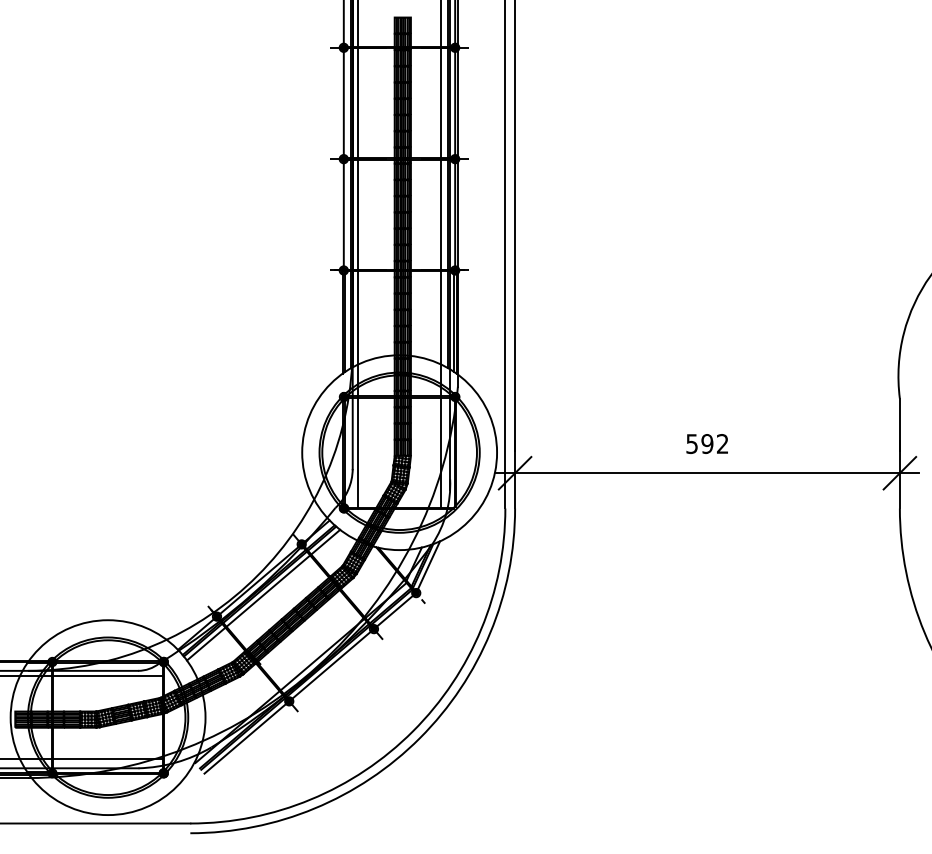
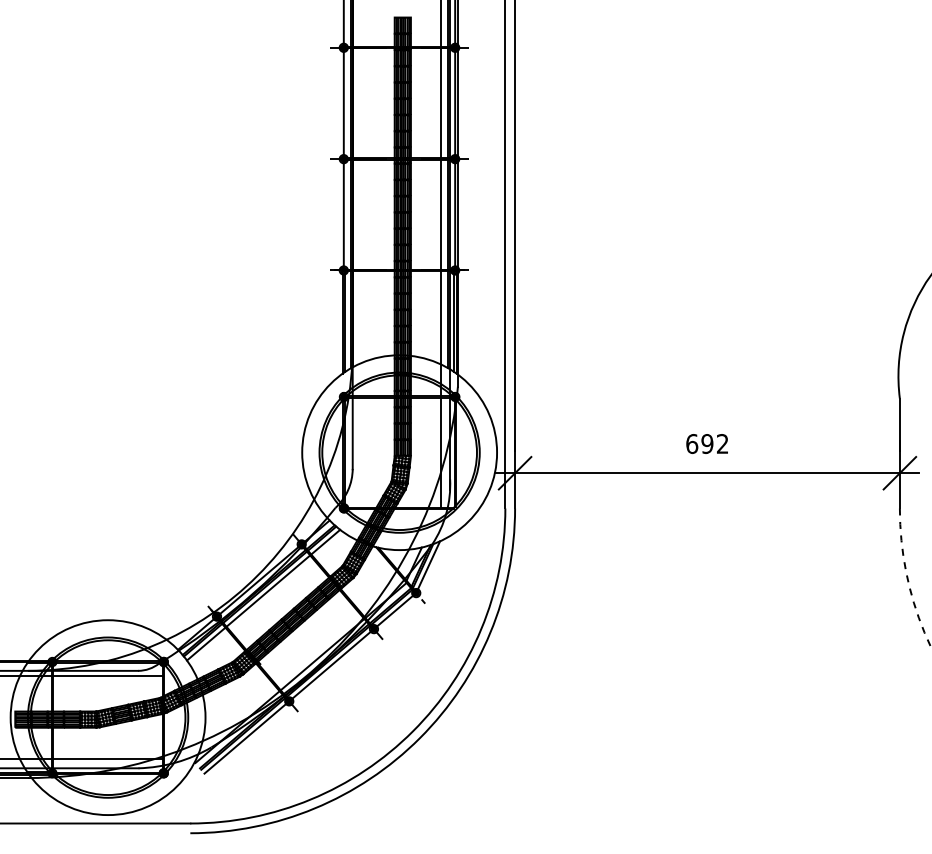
line at (357, 254): present -> none
text at (692, 443): 592 -> 692
arc at (908, 580): solid -> dashed
